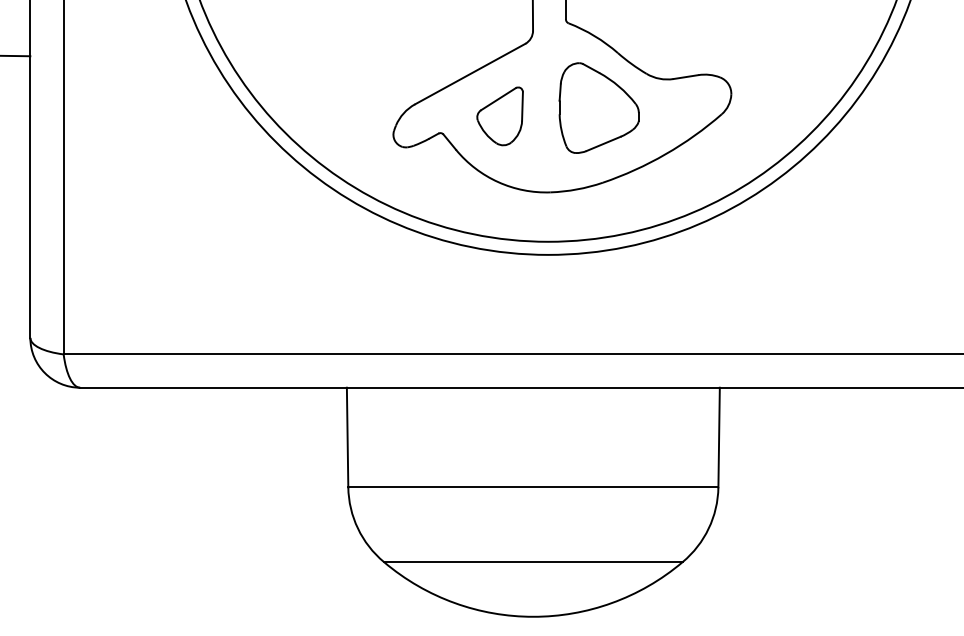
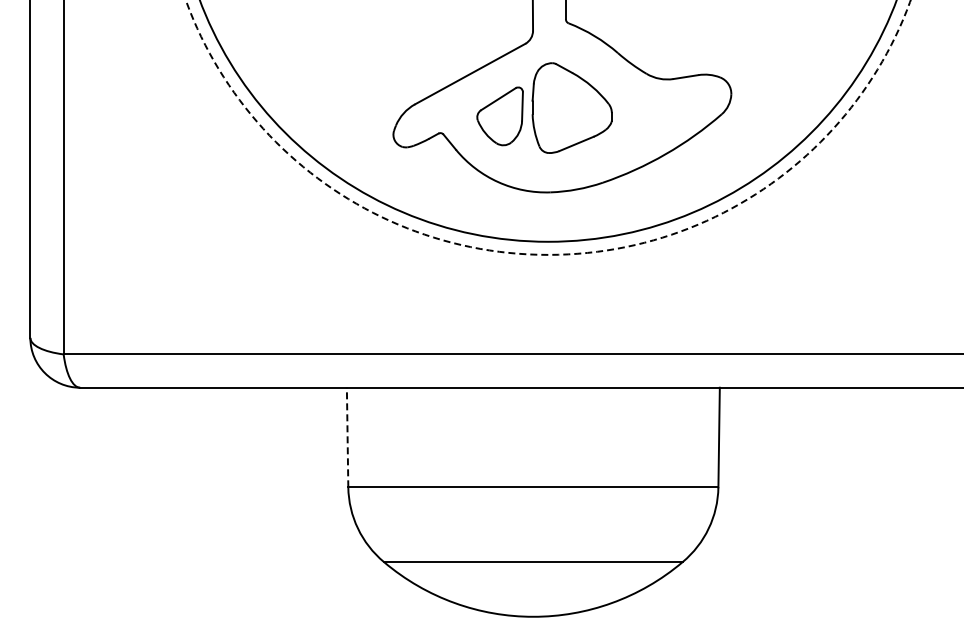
line at (16, 55): present -> none
part at (598, 107) position: (598, 107) -> (571, 107)
circle at (547, 127): solid -> dashed
line at (347, 437): solid -> dashed
